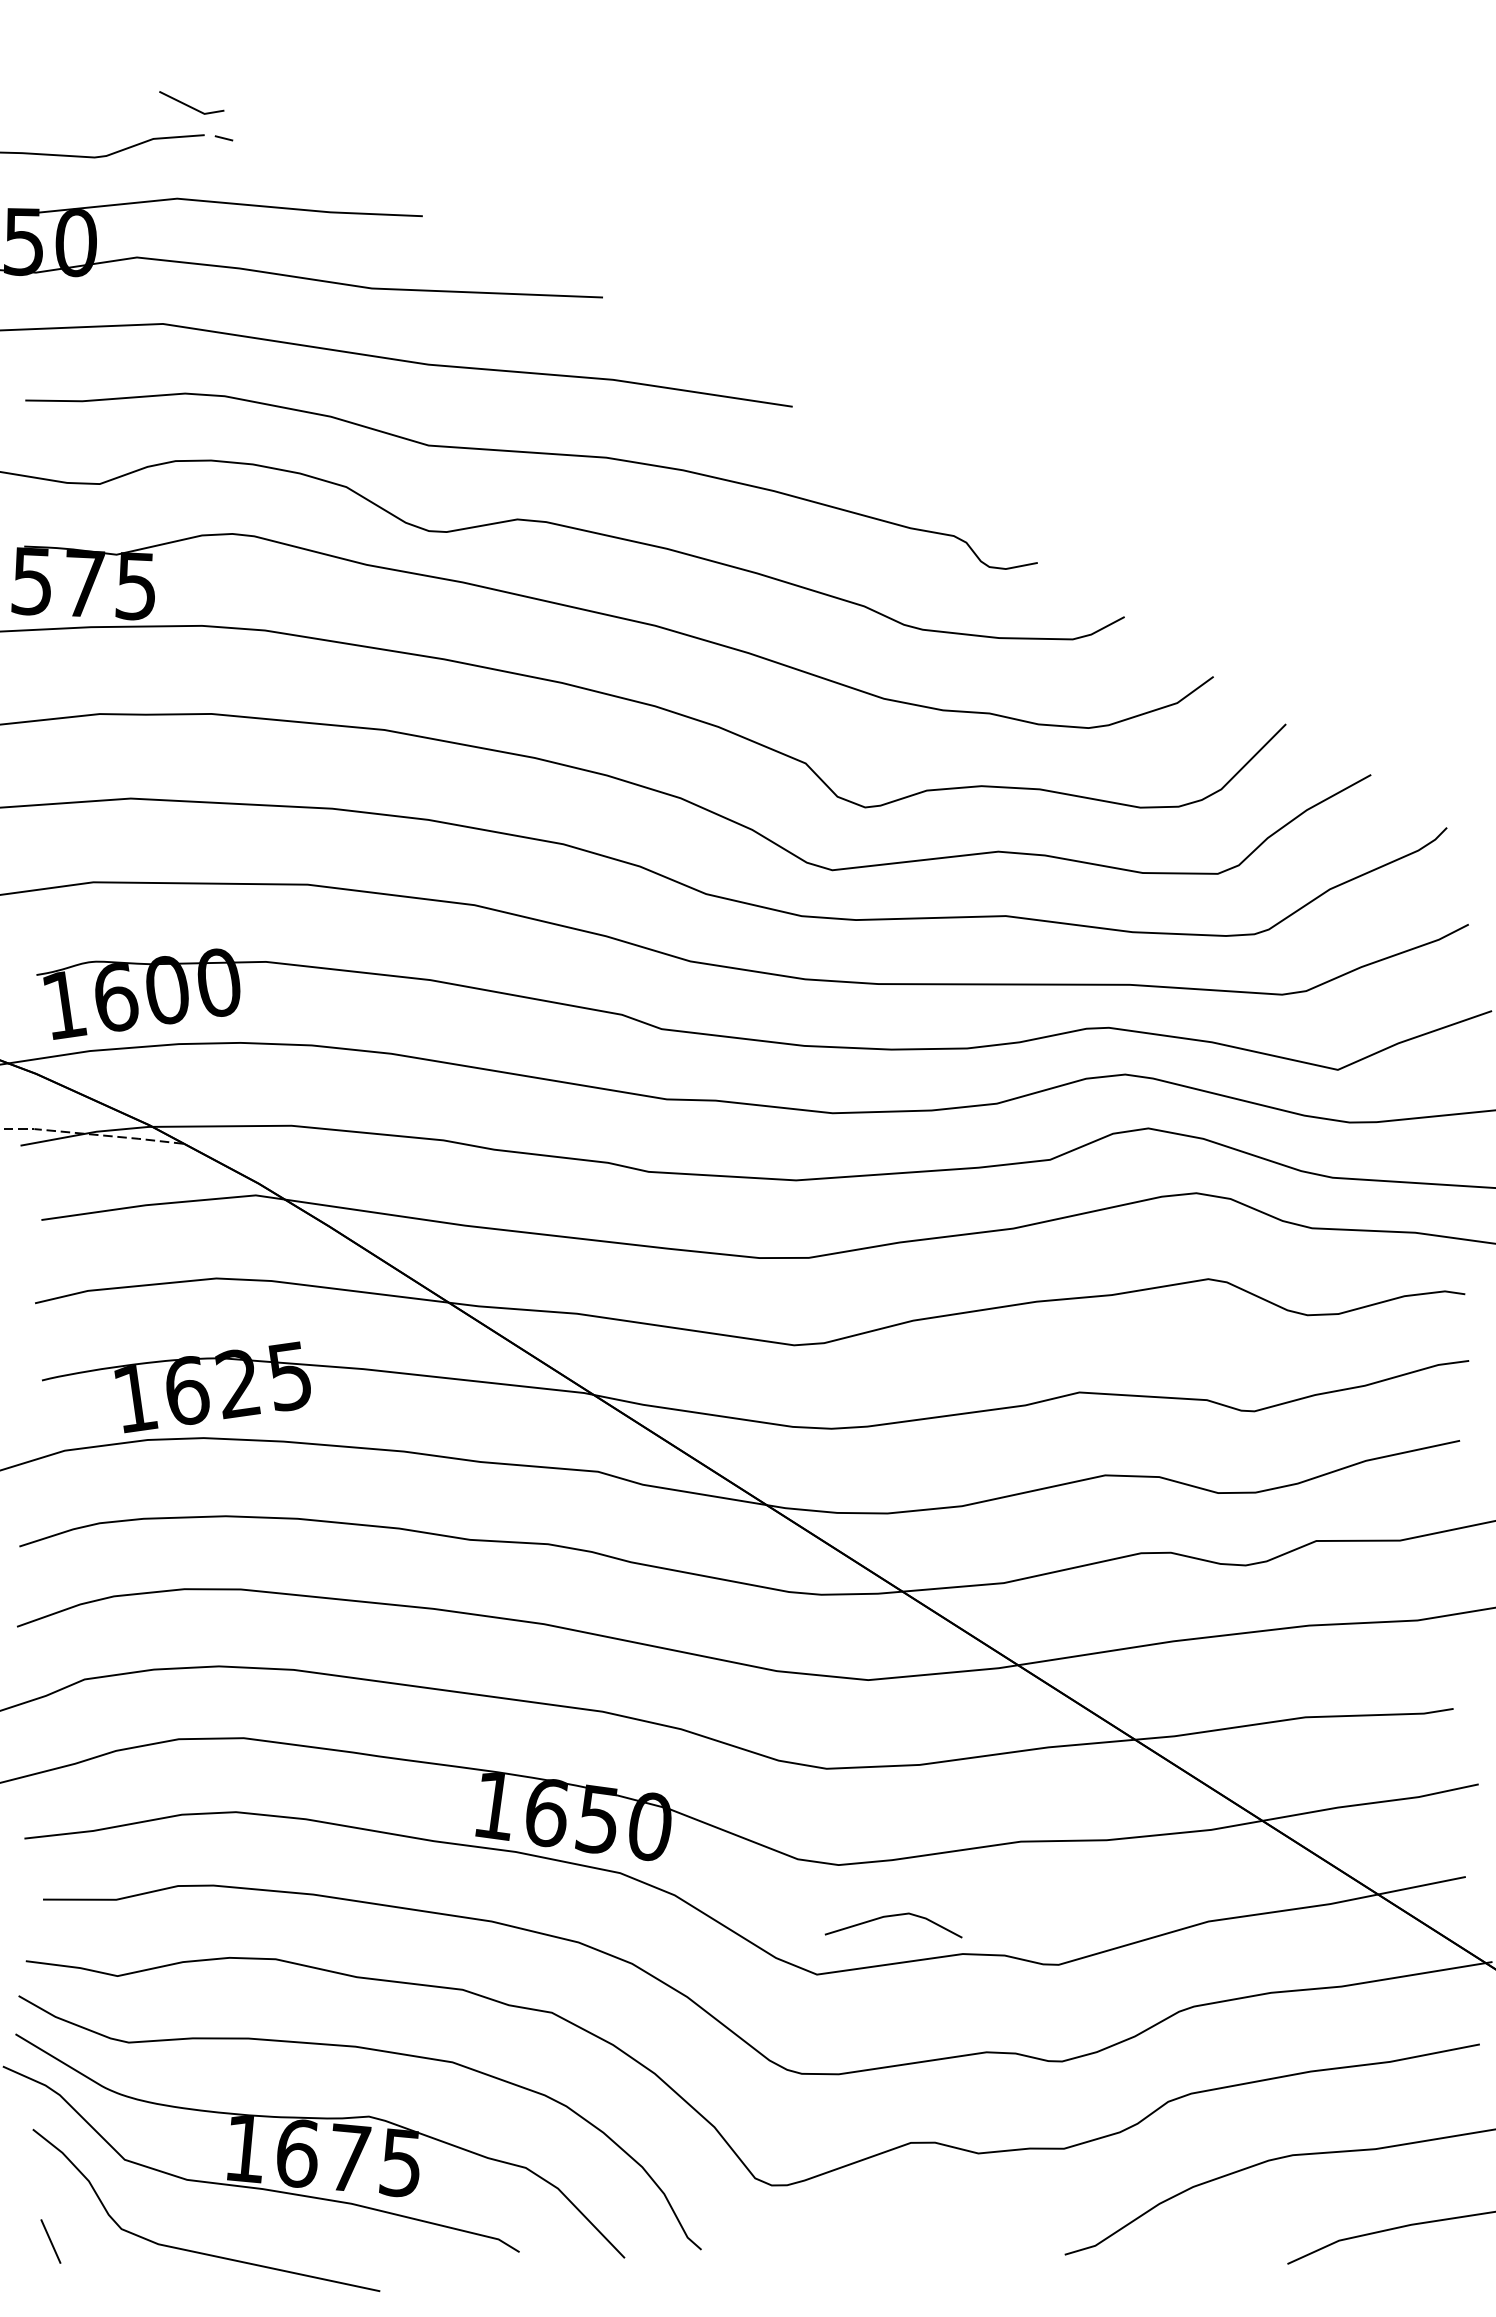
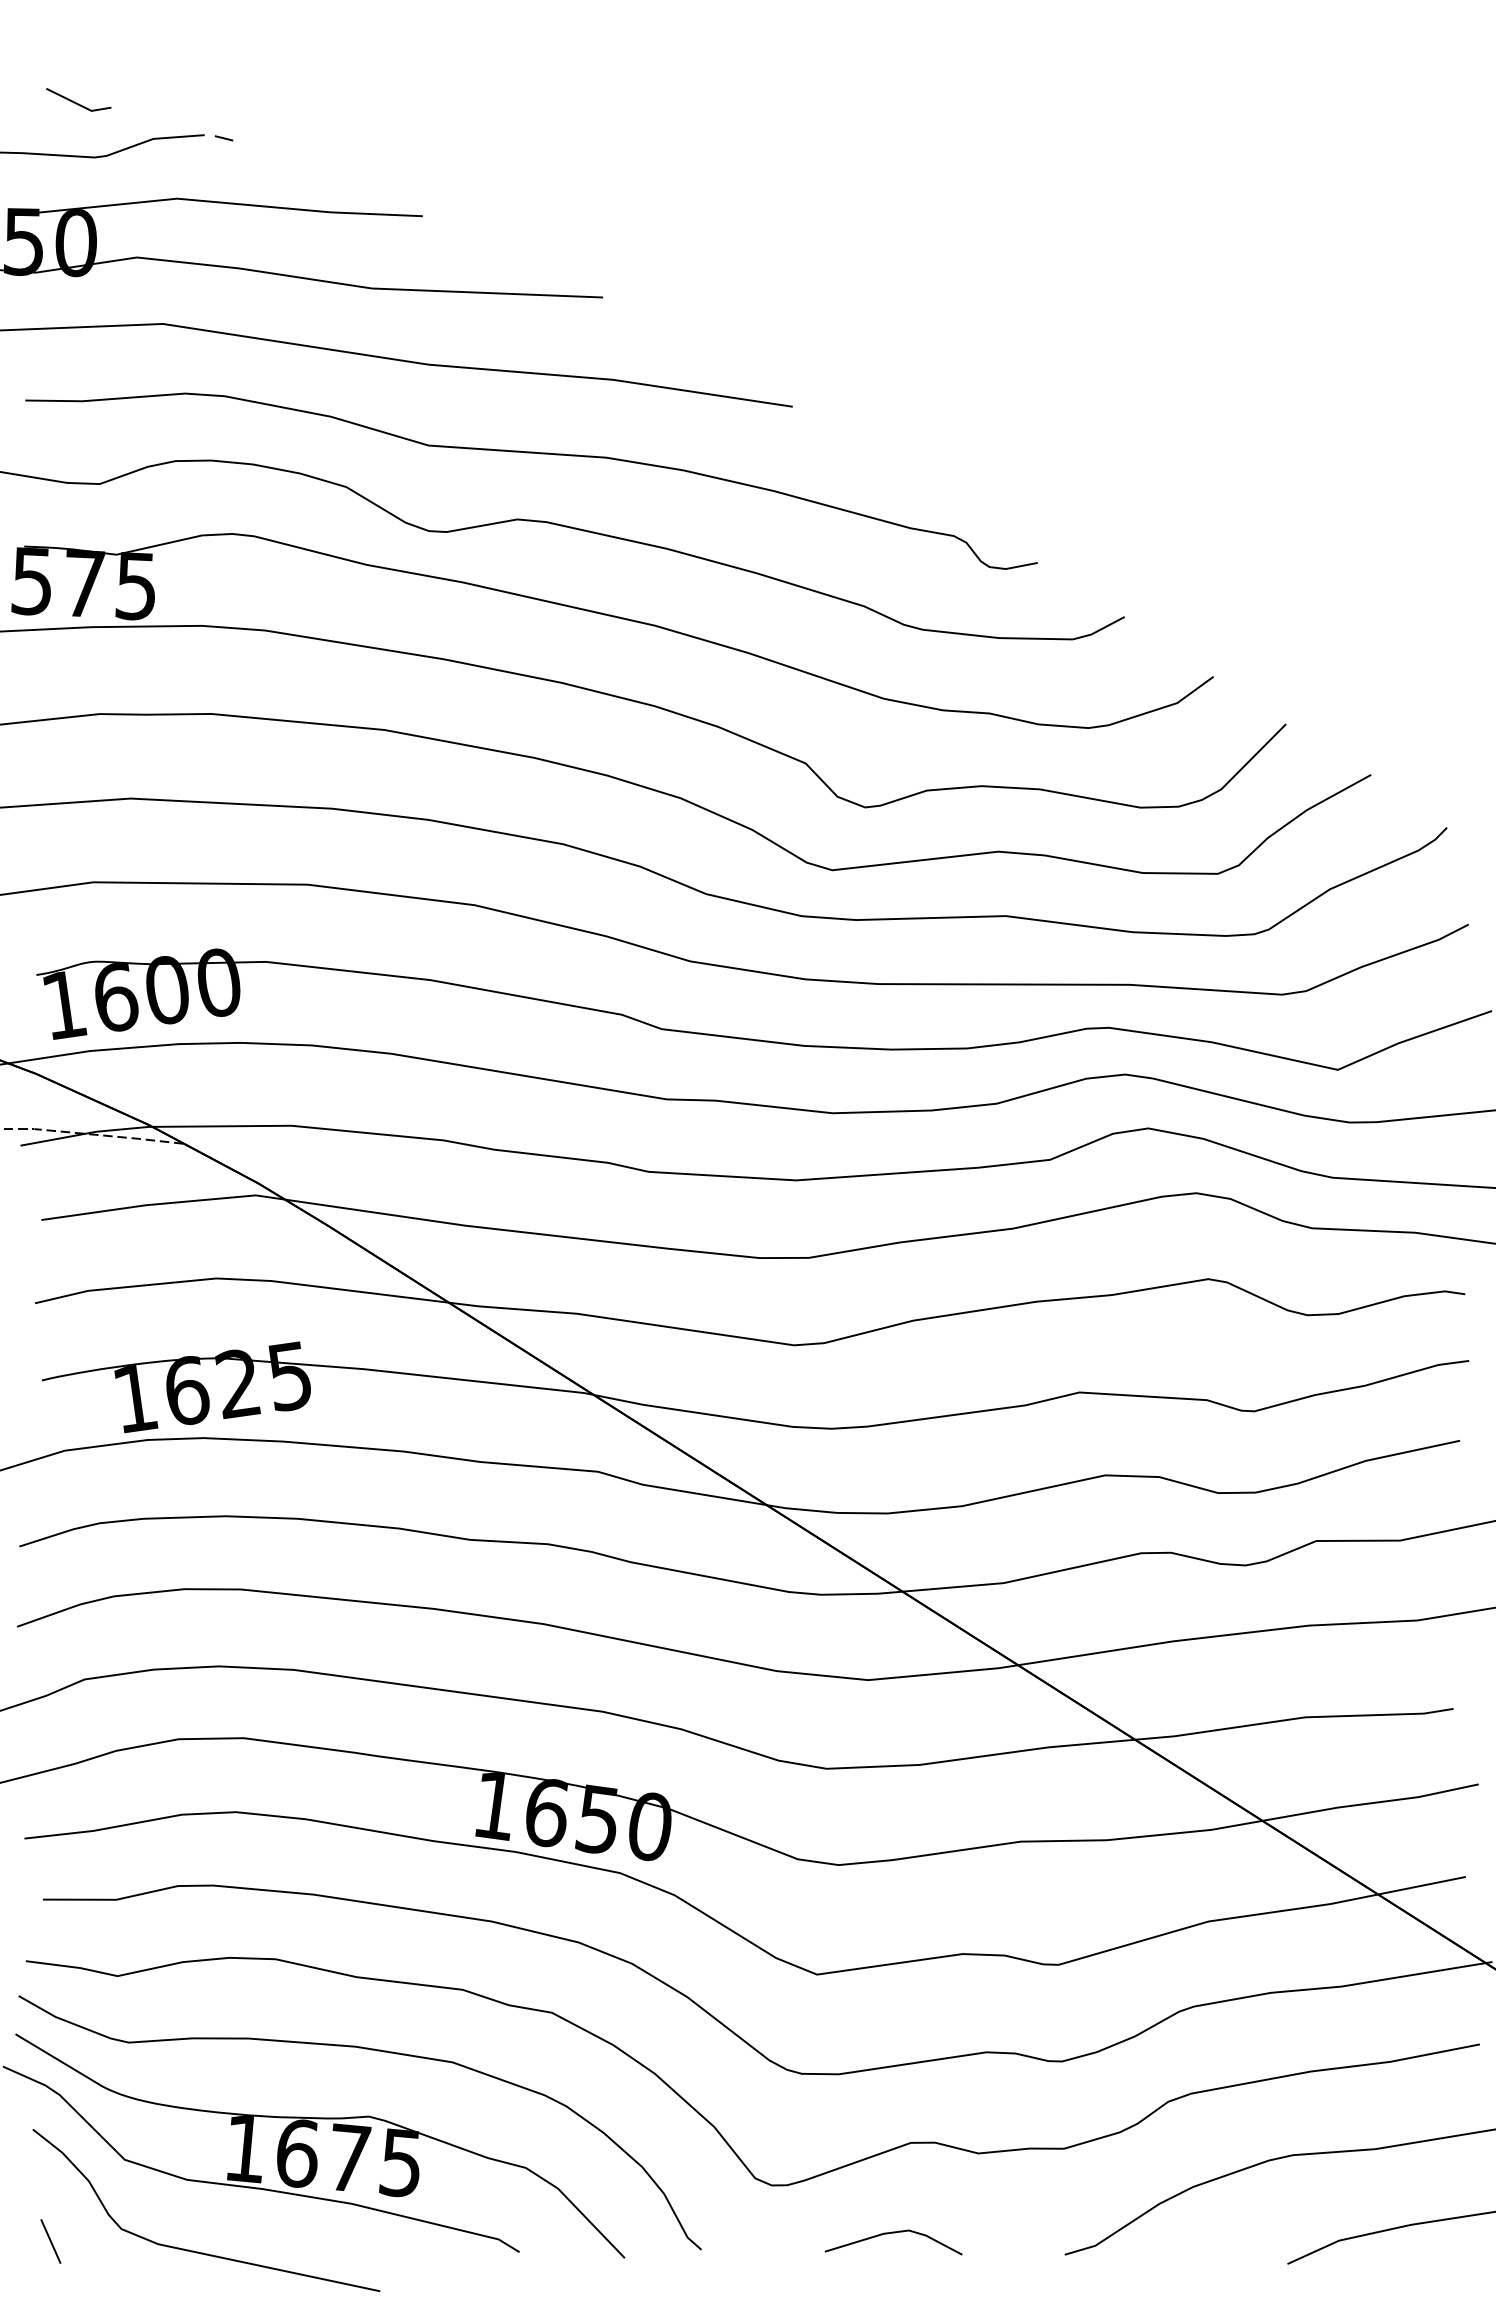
line at (189, 105) position: (189, 105) -> (76, 102)
line at (893, 1916) position: (893, 1916) -> (893, 2233)
